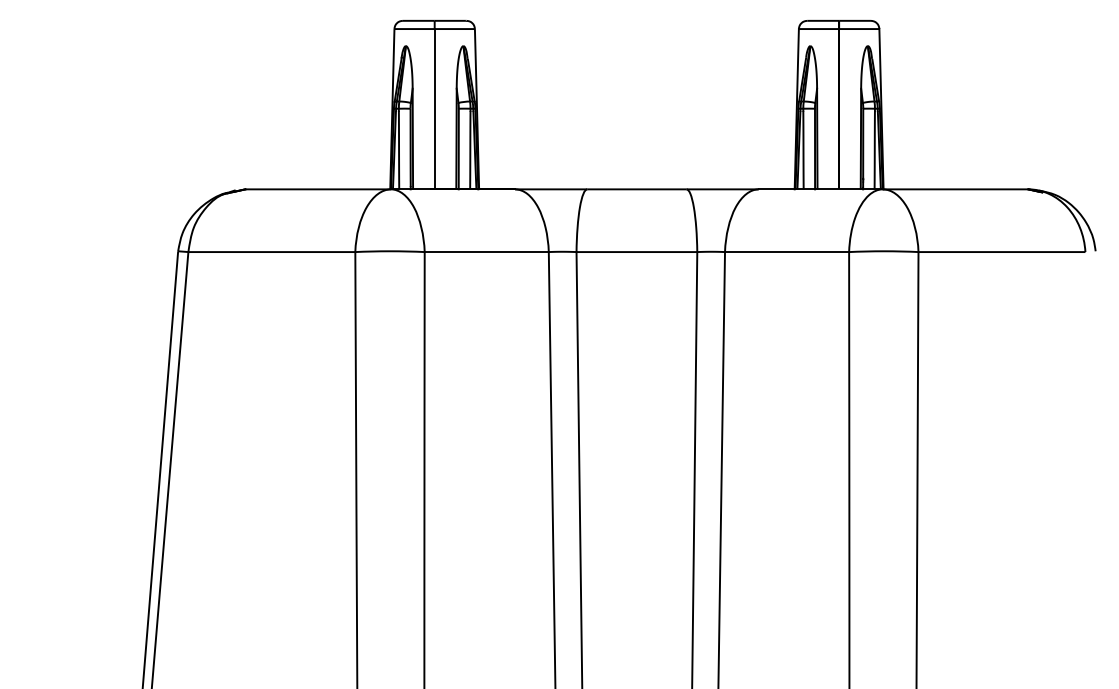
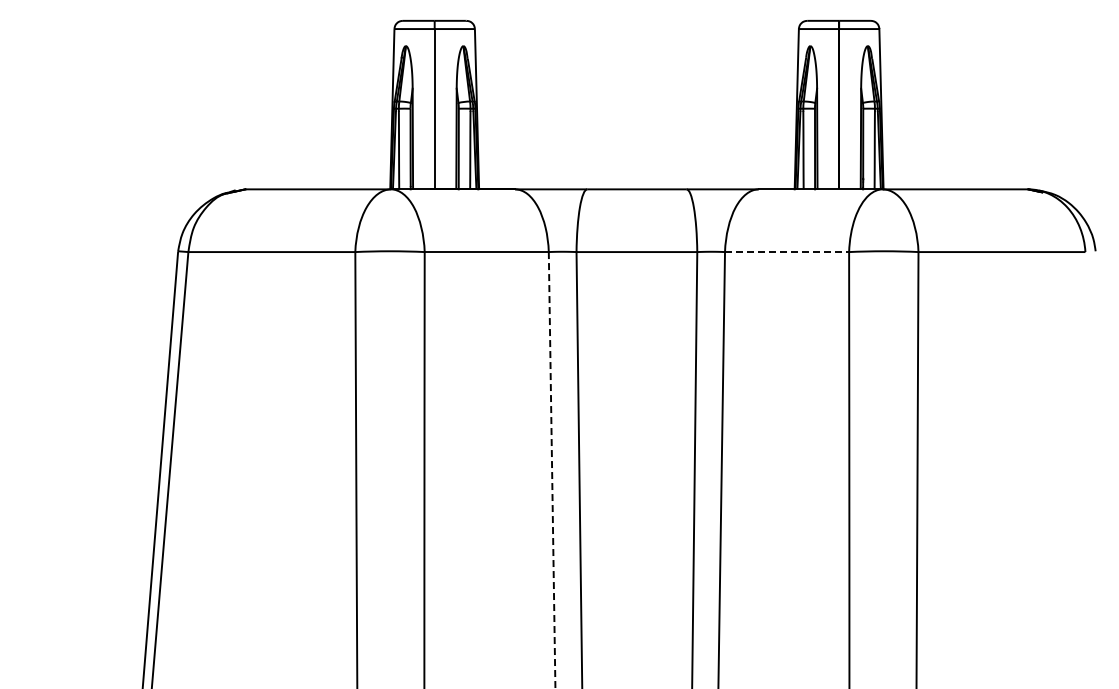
line at (787, 252): solid -> dashed
line at (552, 470): solid -> dashed
